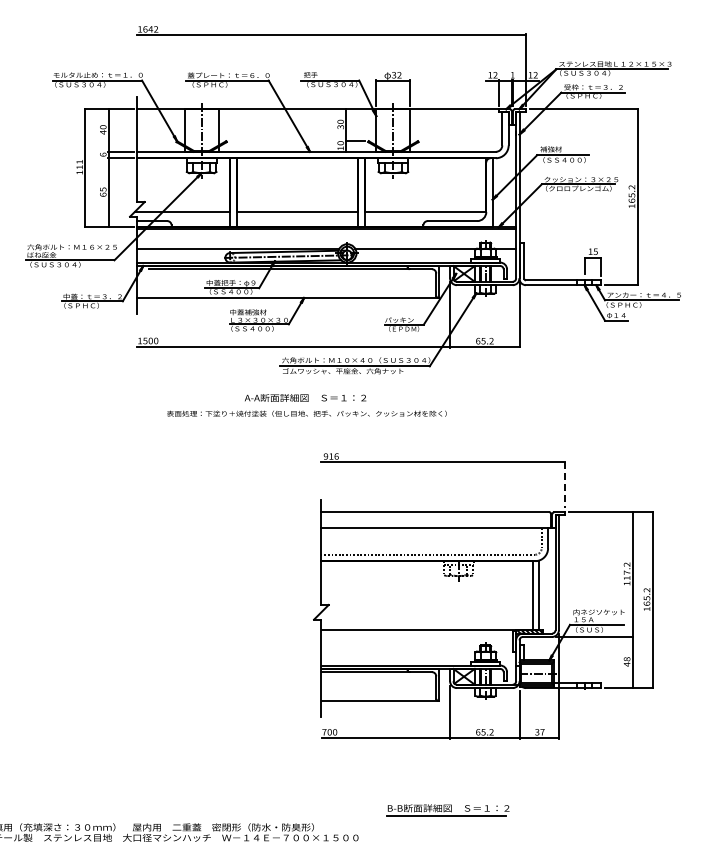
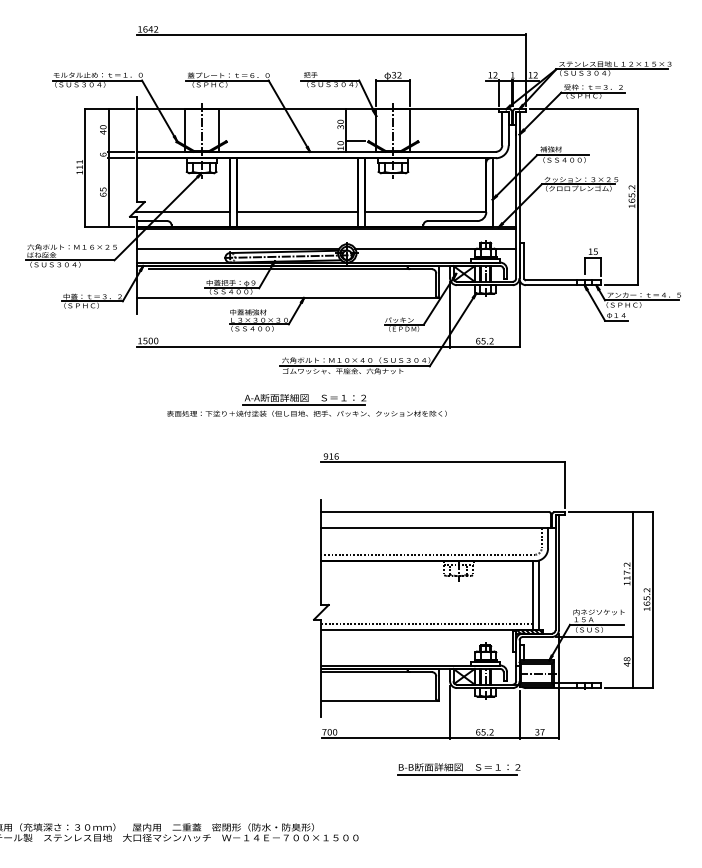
line at (303, 405): none -> present
line at (565, 485): dashed -> solid
line at (426, 623): none -> present
part at (447, 810) position: (447, 810) -> (458, 769)
